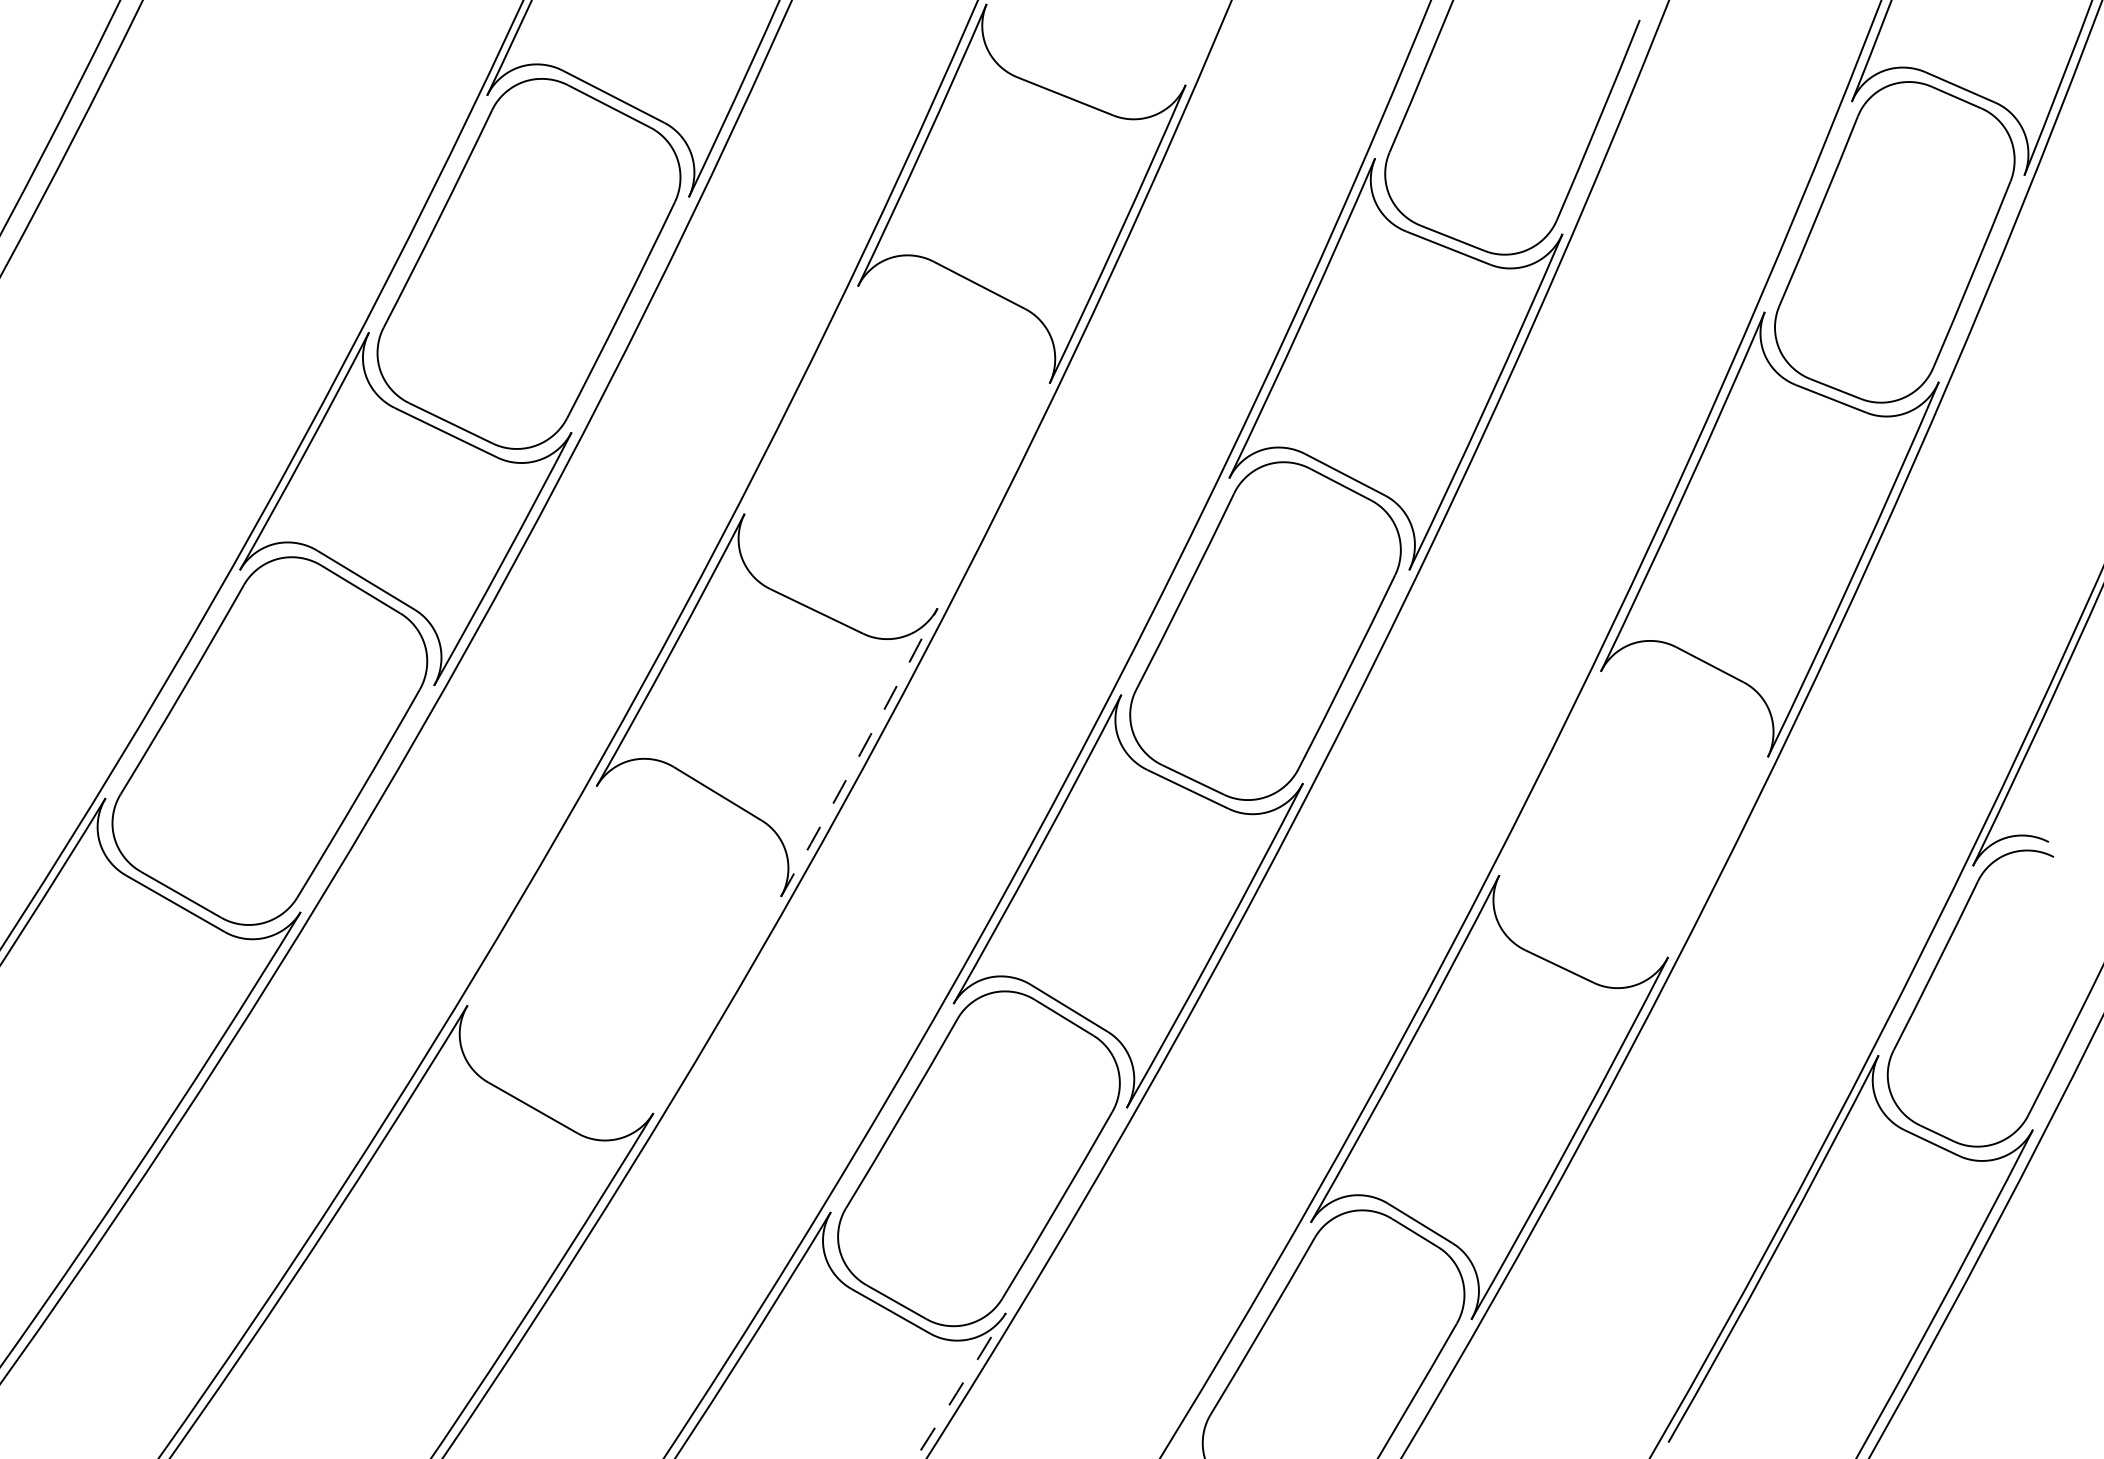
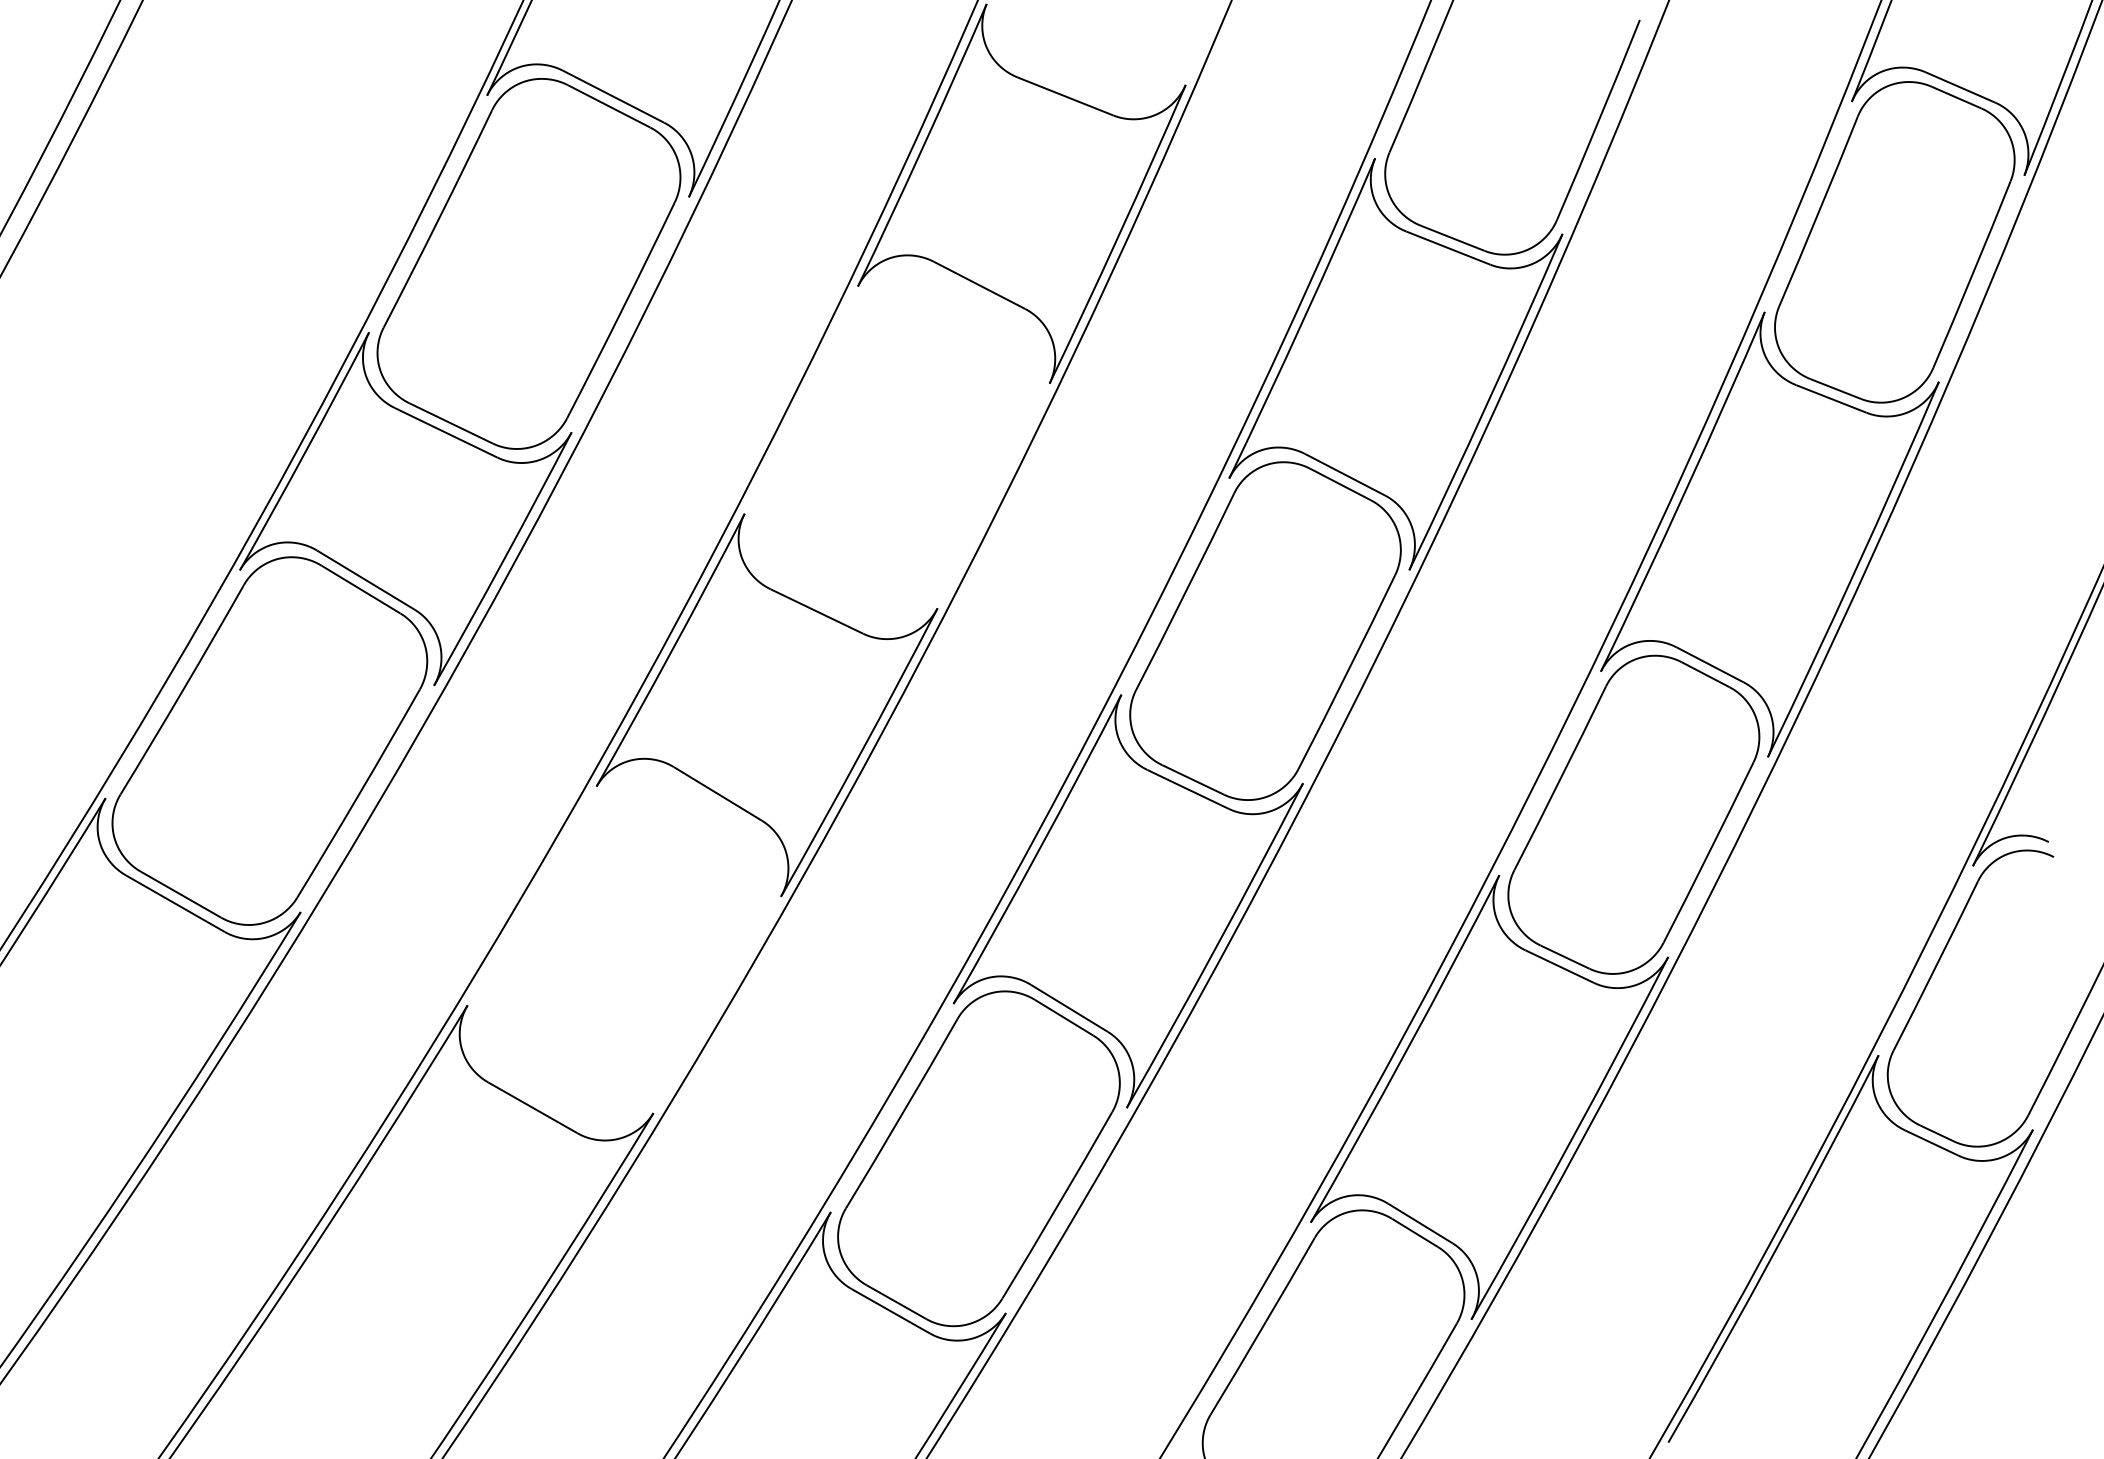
arc at (860, 753): dashed -> solid
part at (1633, 814): none -> present
arc at (961, 1386): dashed -> solid
